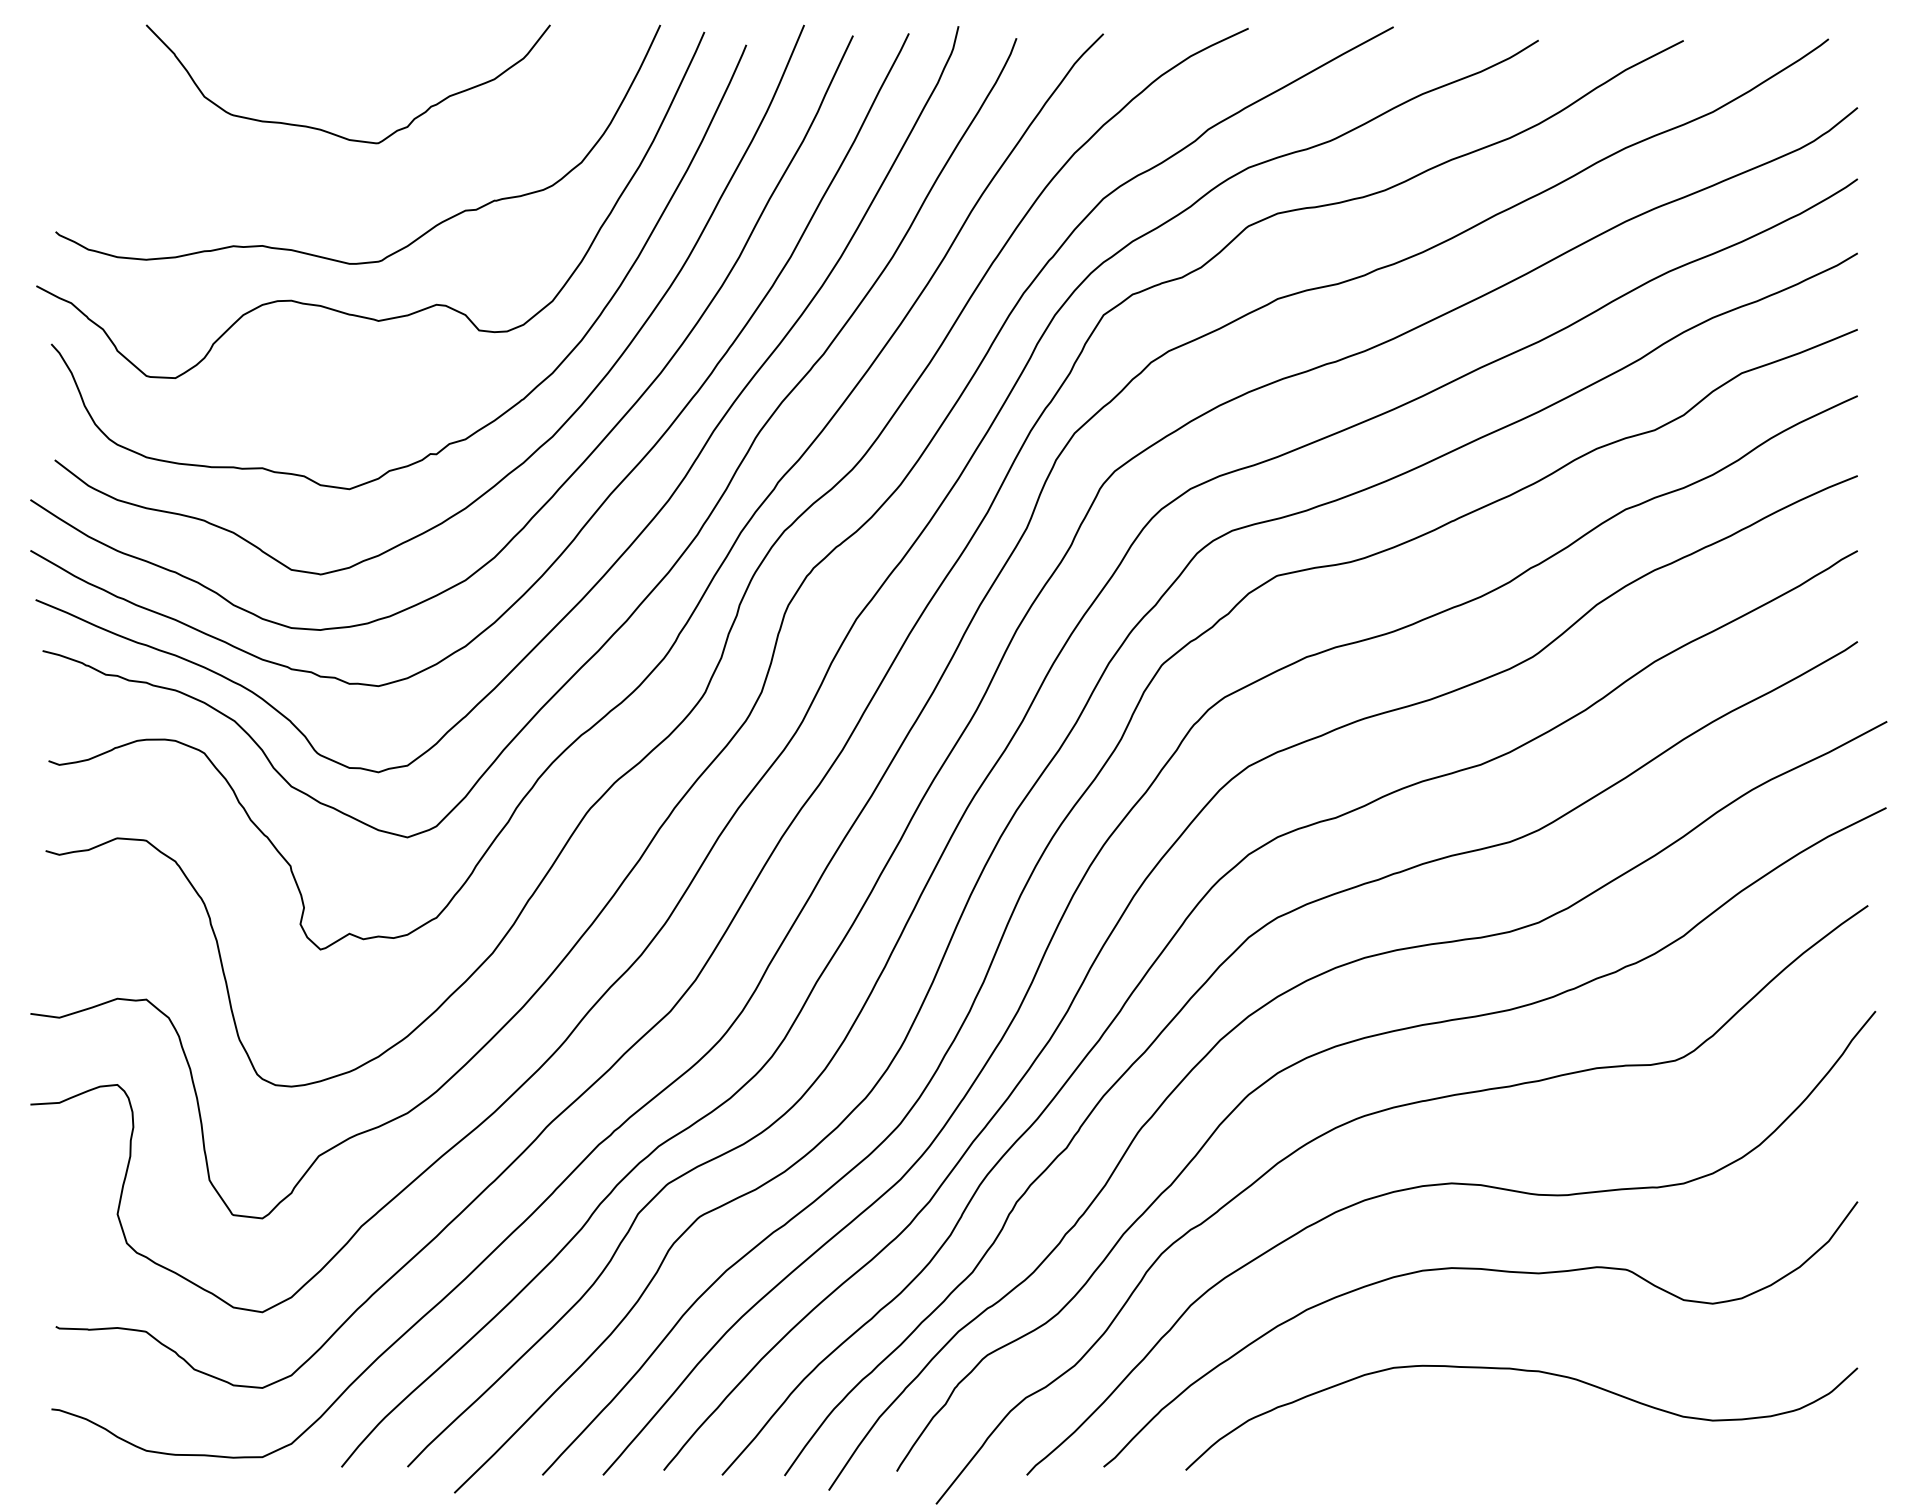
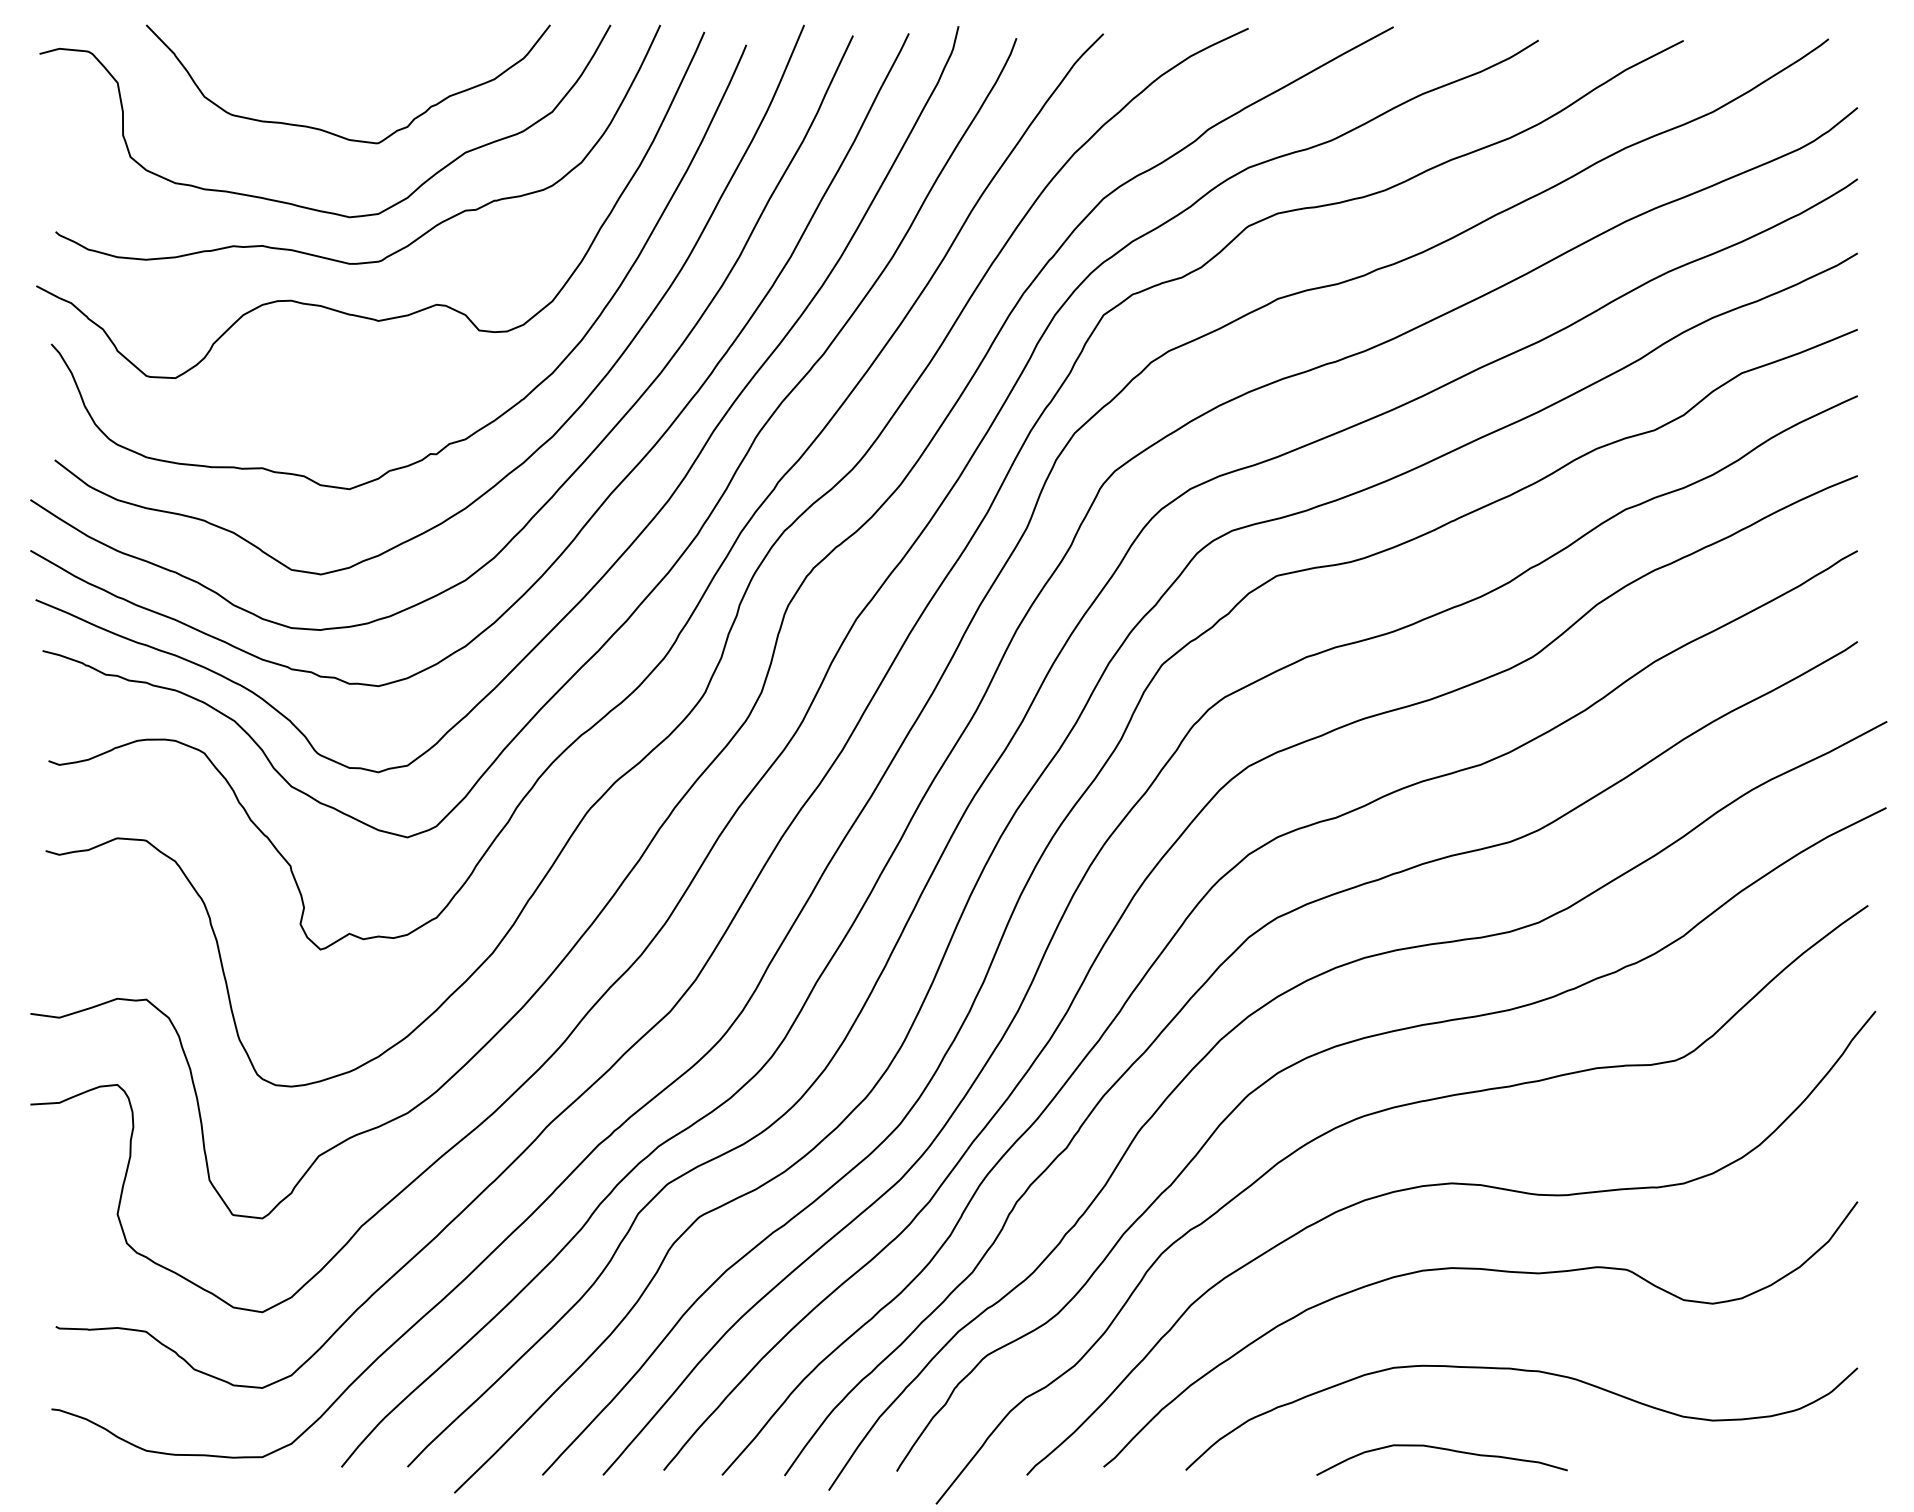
curve at (305, 206): none -> present
curve at (1445, 1450): none -> present
